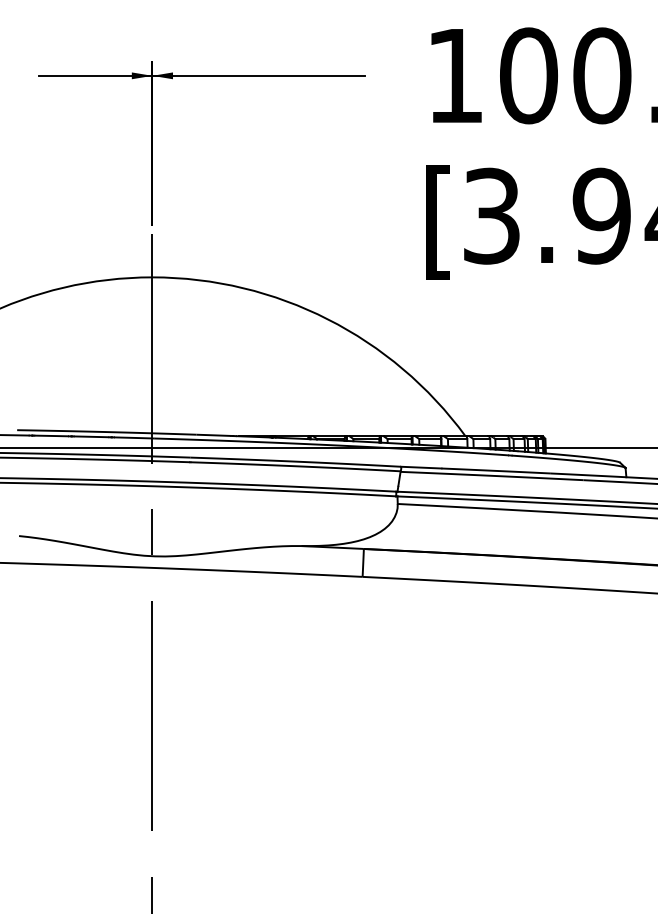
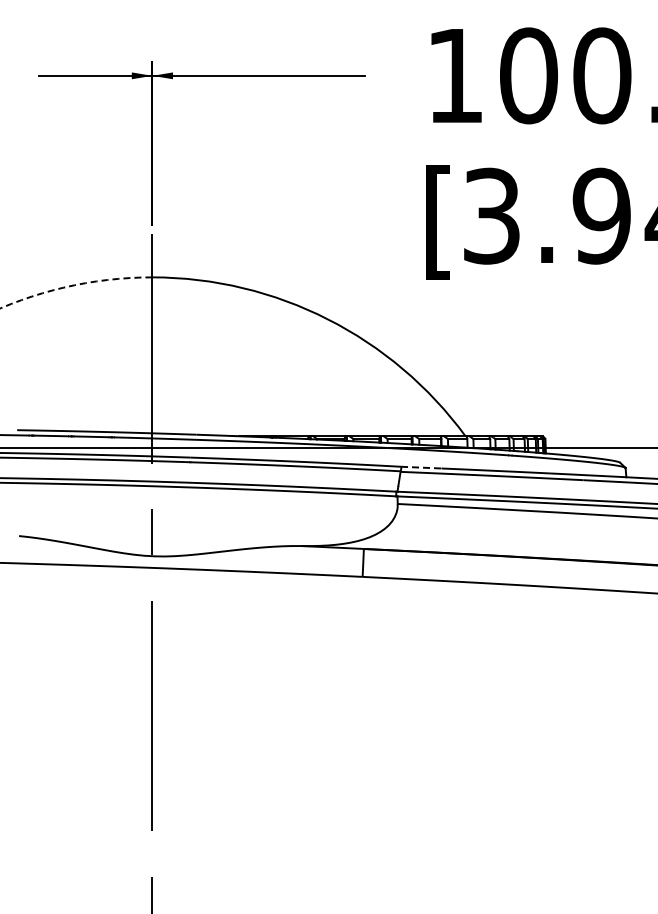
arc at (73, 285): solid -> dashed
line at (421, 467): solid -> dashed
